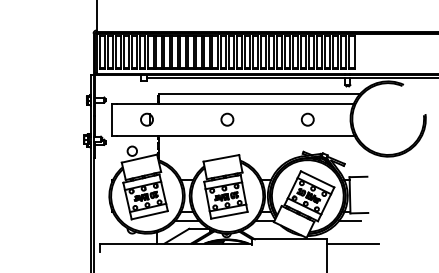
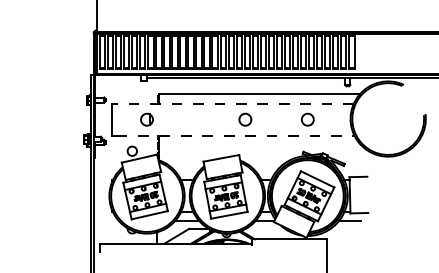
line at (235, 103): solid -> dashed
circle at (227, 119) position: (227, 119) -> (245, 119)
line at (235, 135): solid -> dashed
line at (352, 243): present -> none
